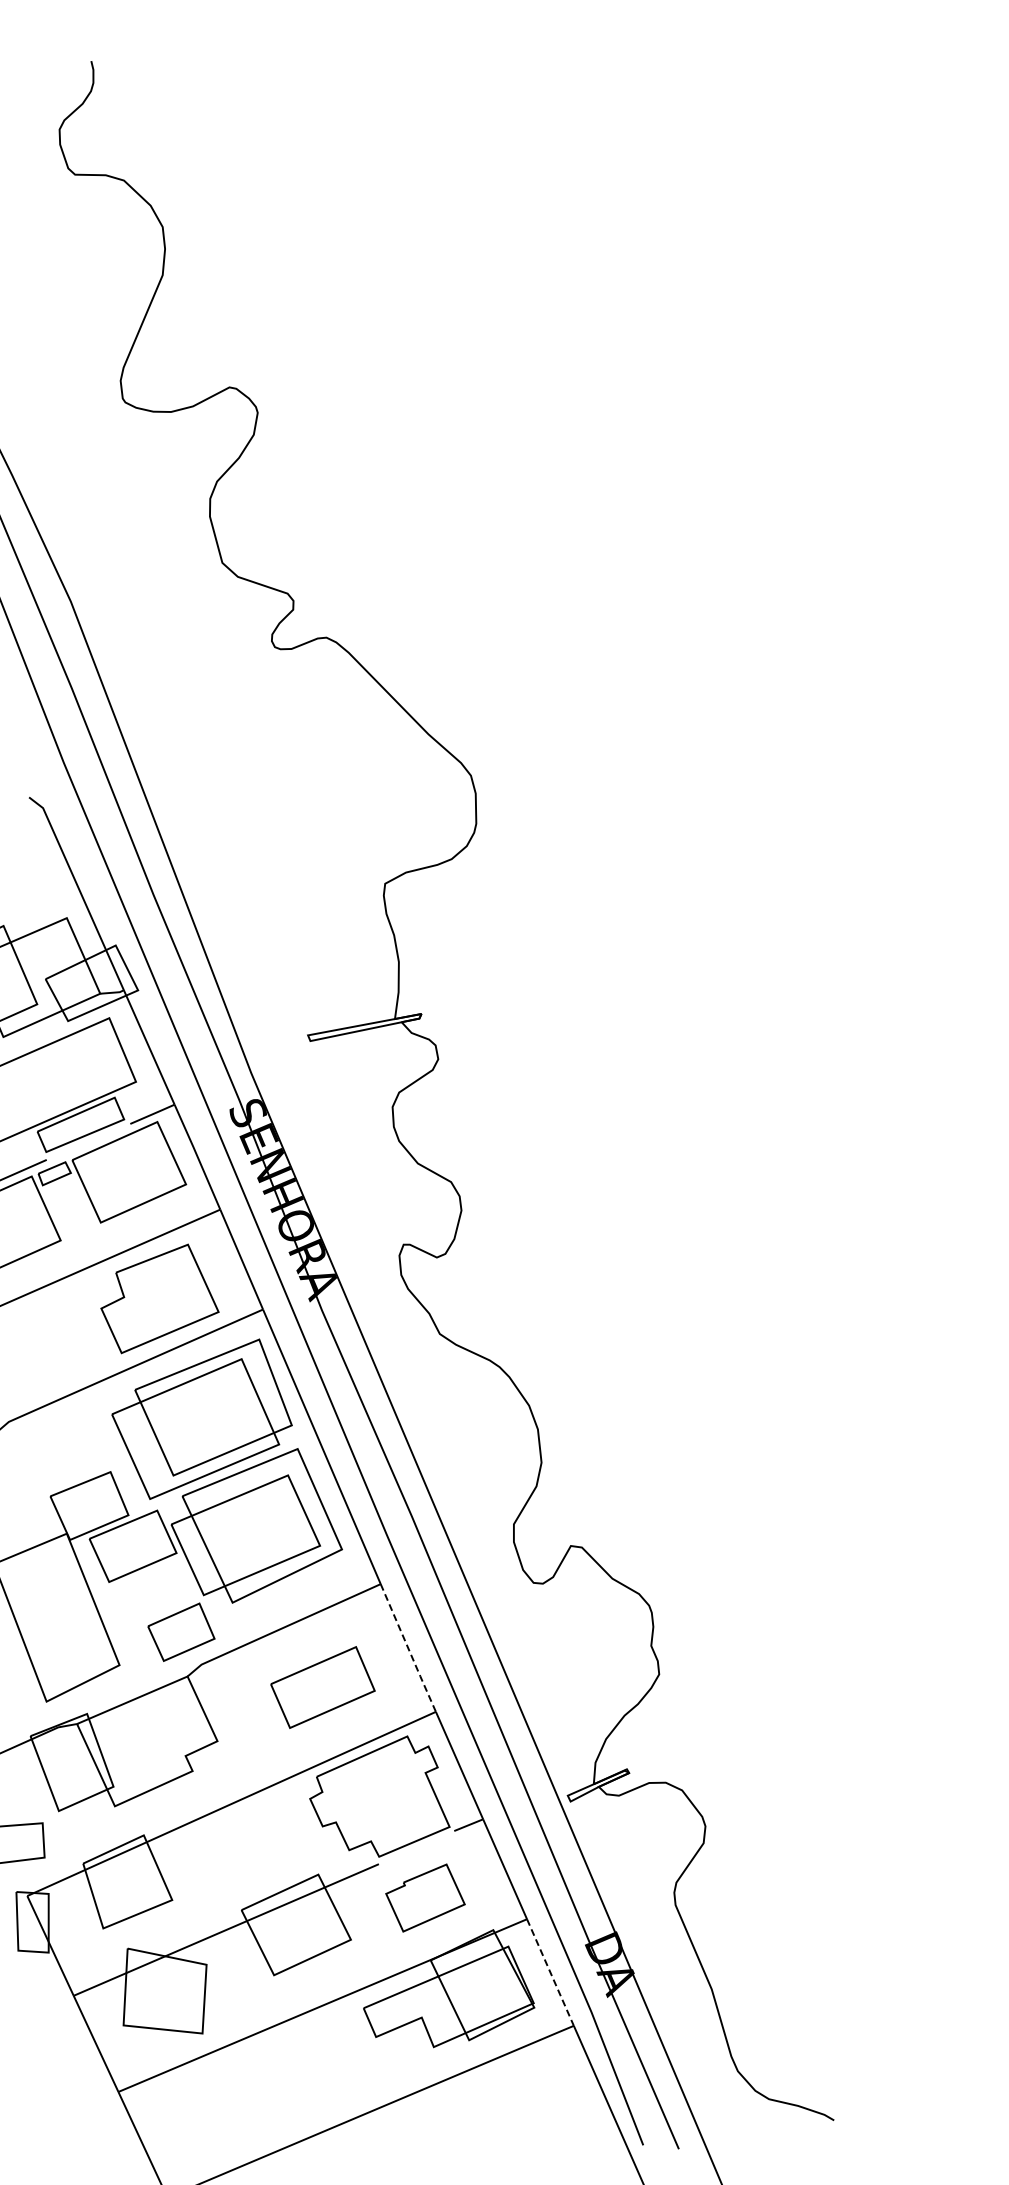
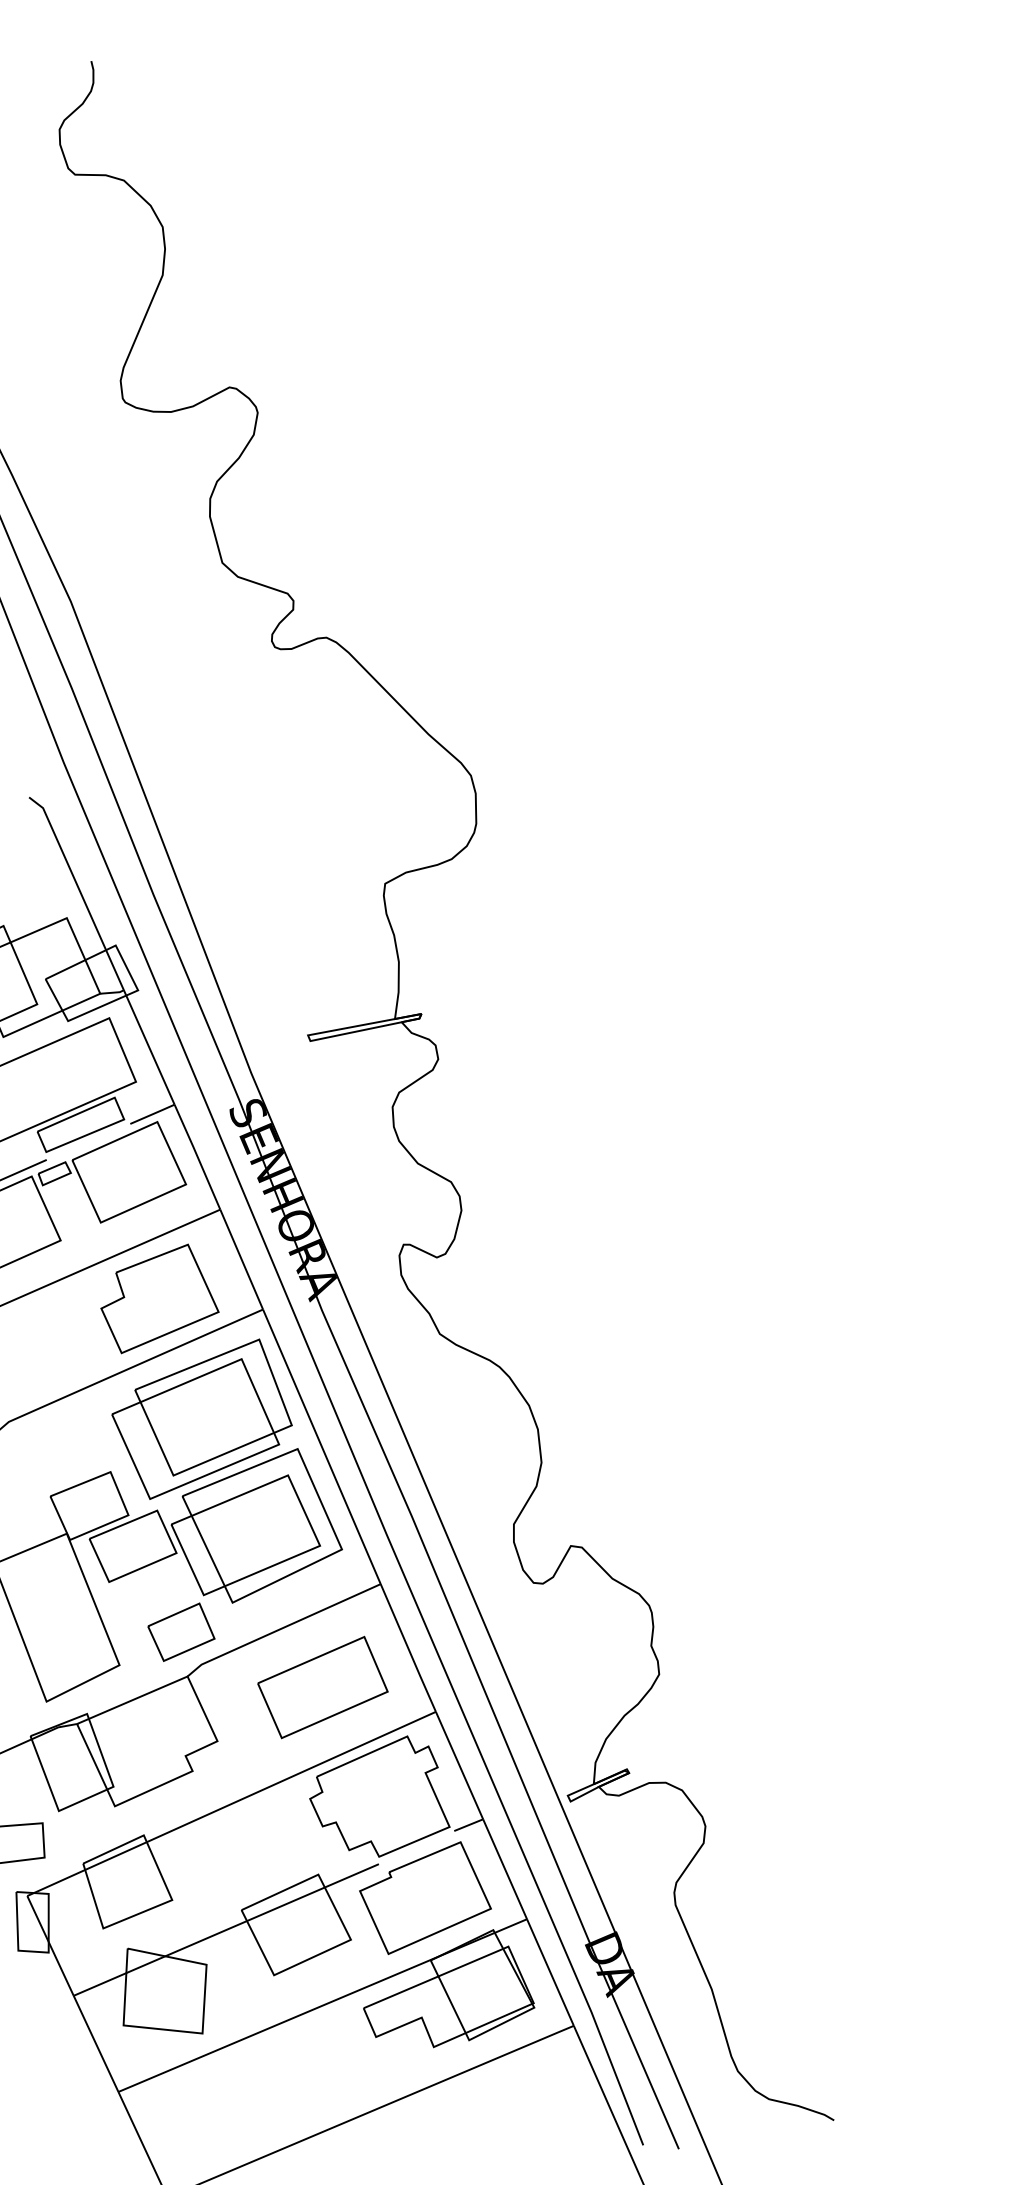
line at (408, 1648): dashed -> solid
part at (322, 1687) size: 106x83 px -> 132x105 px
part at (425, 1897) size: 81x70 px -> 133x114 px
line at (550, 1973): dashed -> solid
